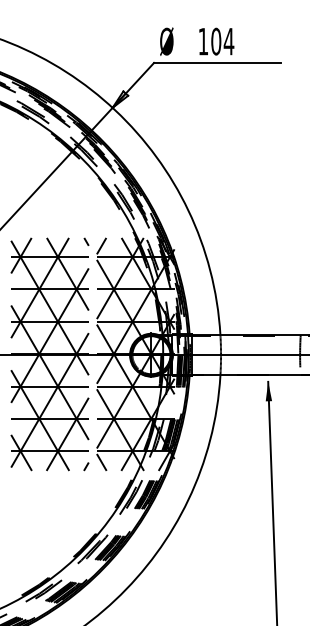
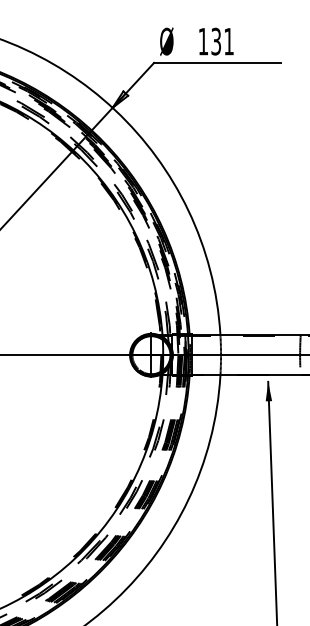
text at (222, 41): 104 -> 131
hatch at (49, 353): present -> none
hatch at (135, 353): present -> none
